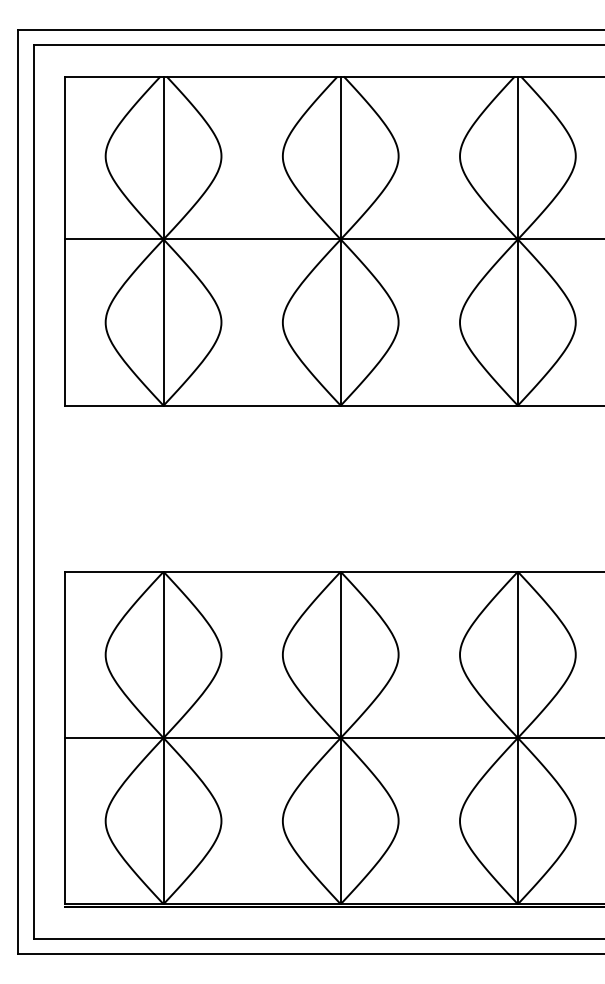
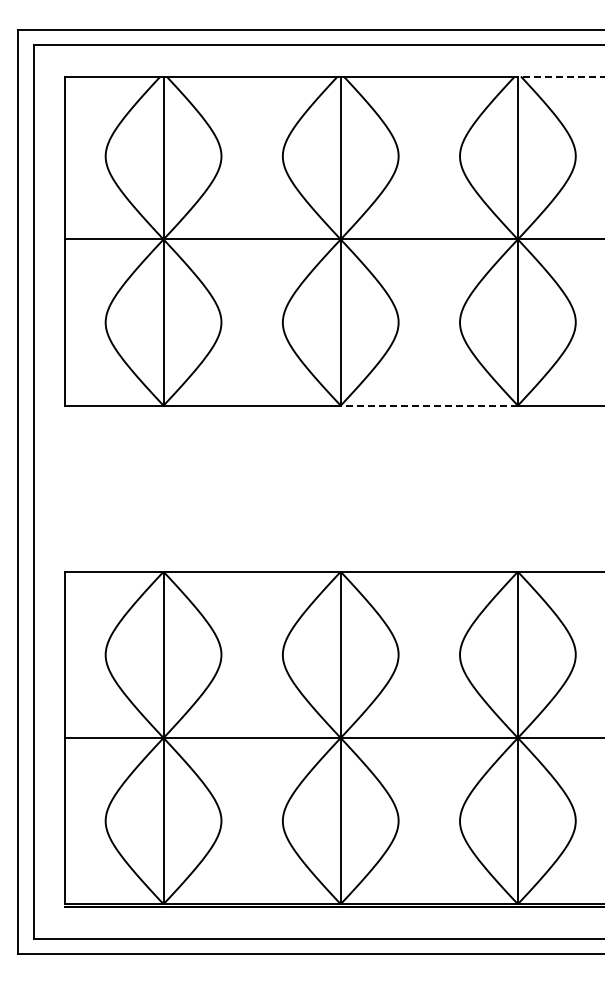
line at (560, 76): solid -> dashed
line at (429, 405): solid -> dashed
